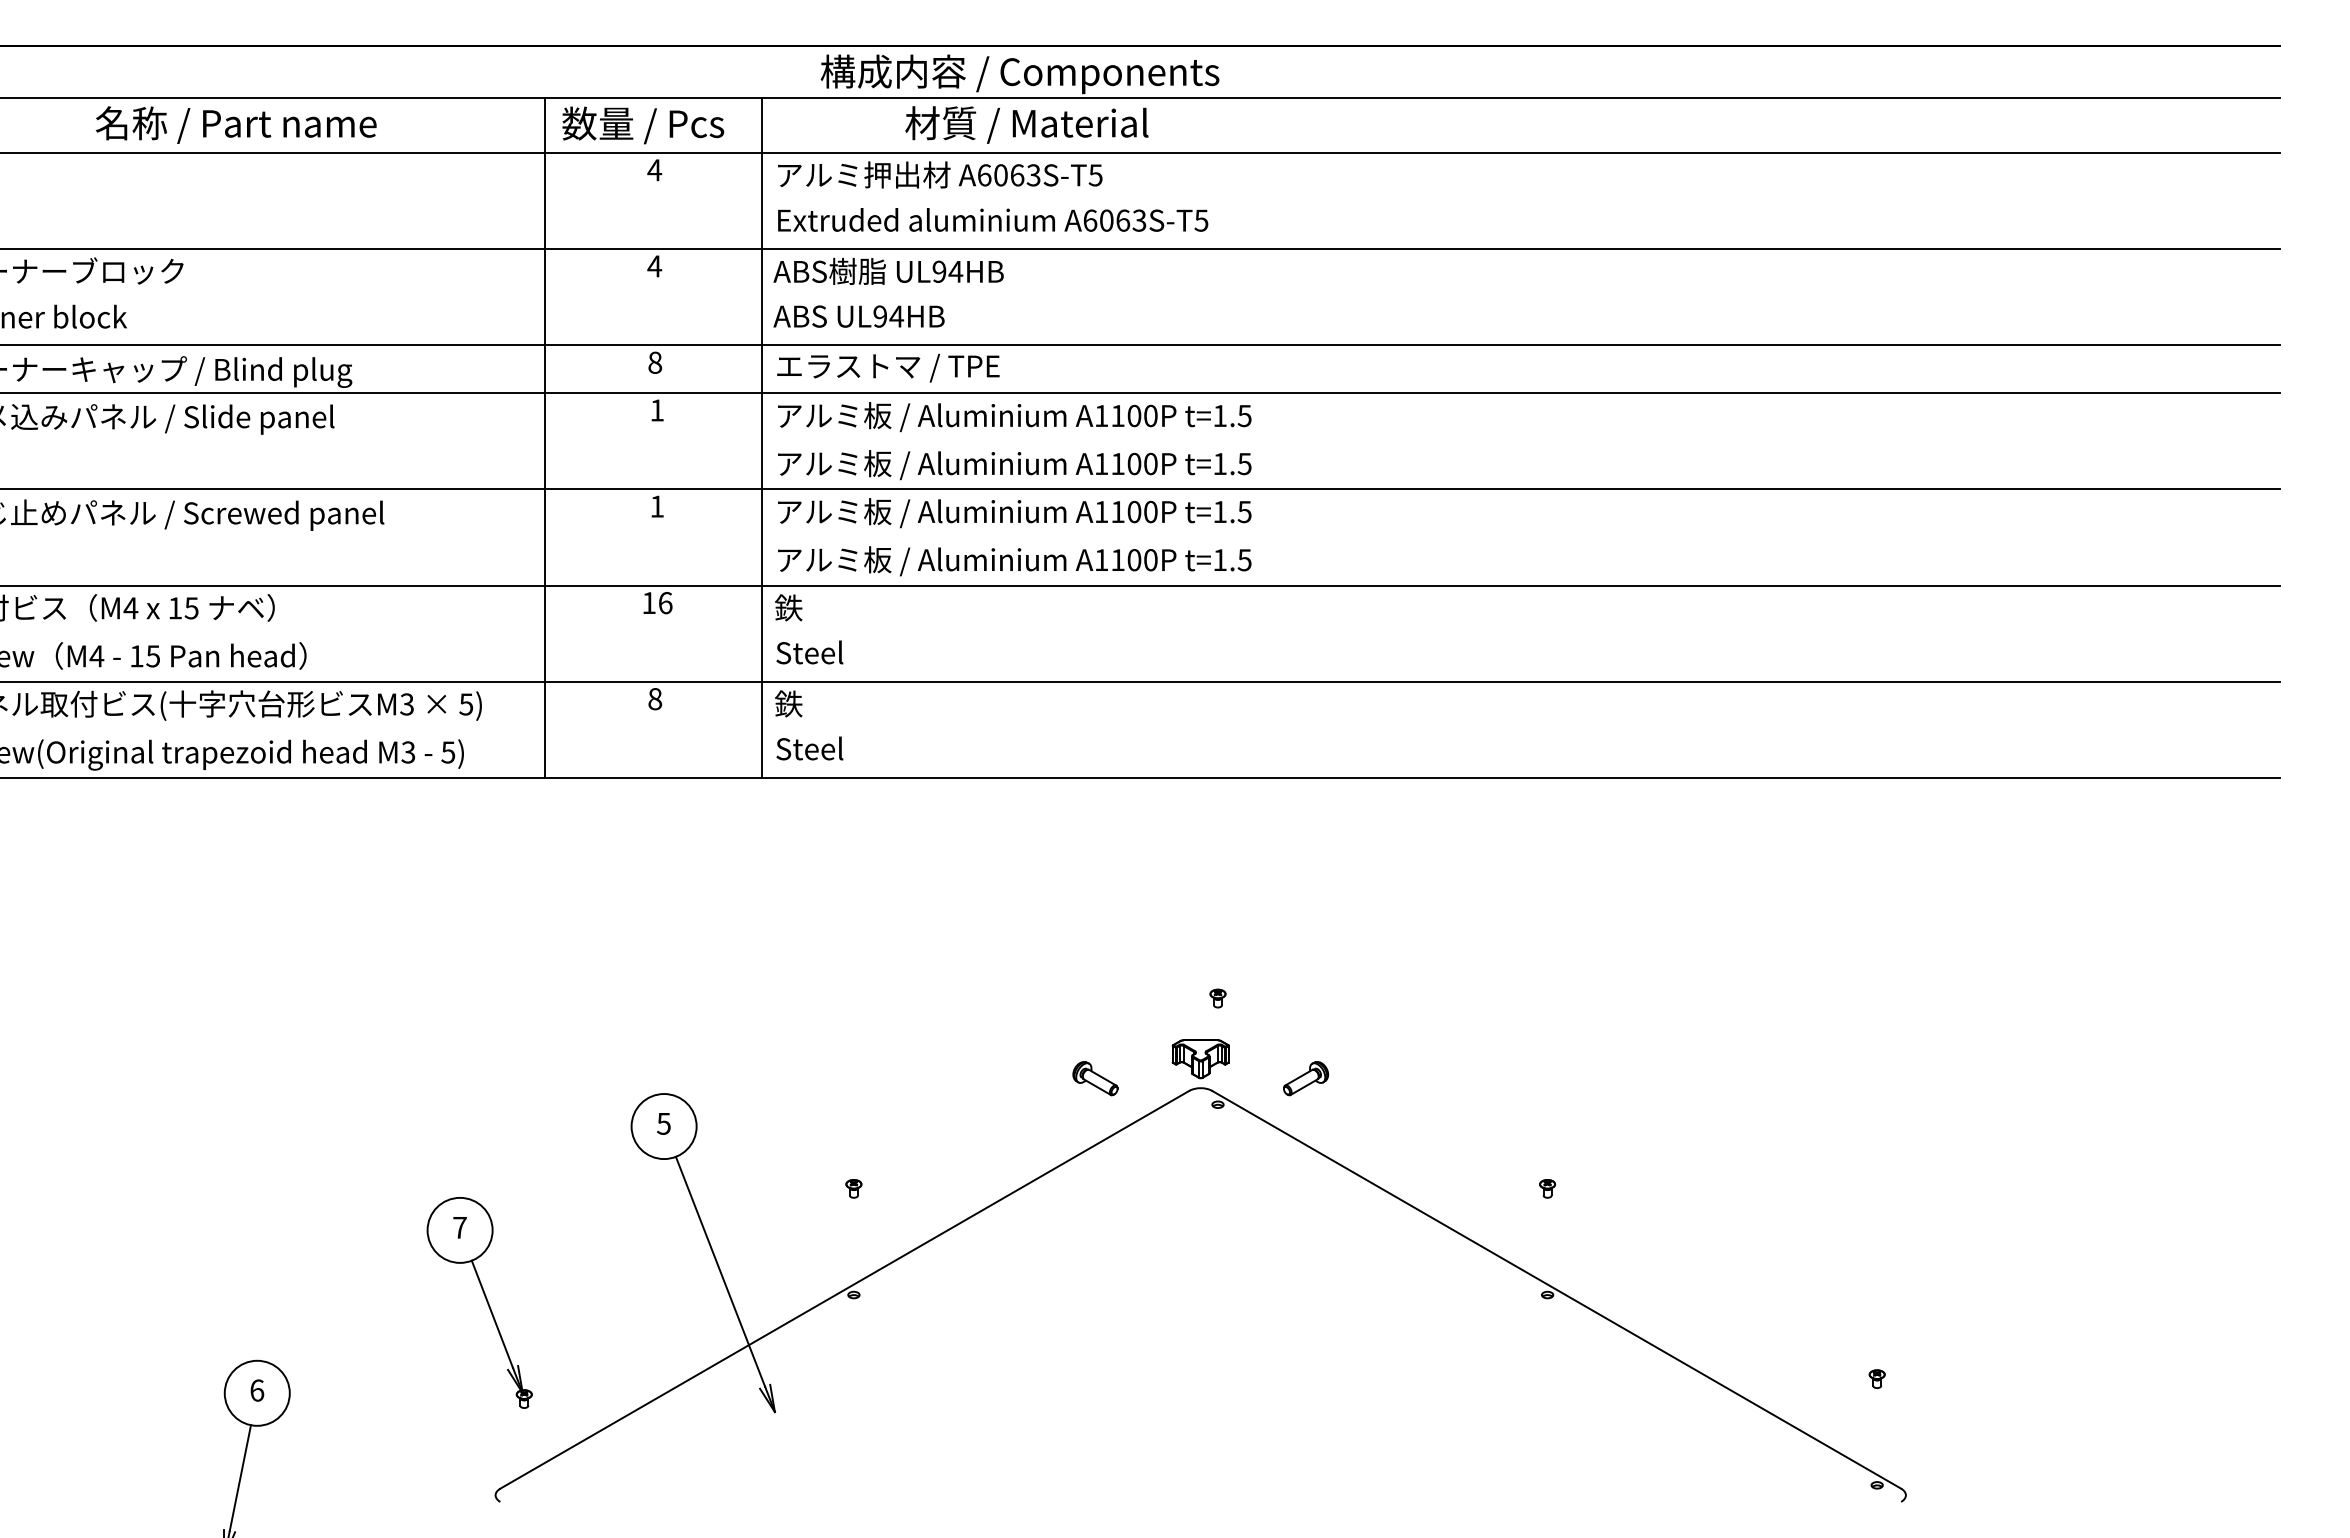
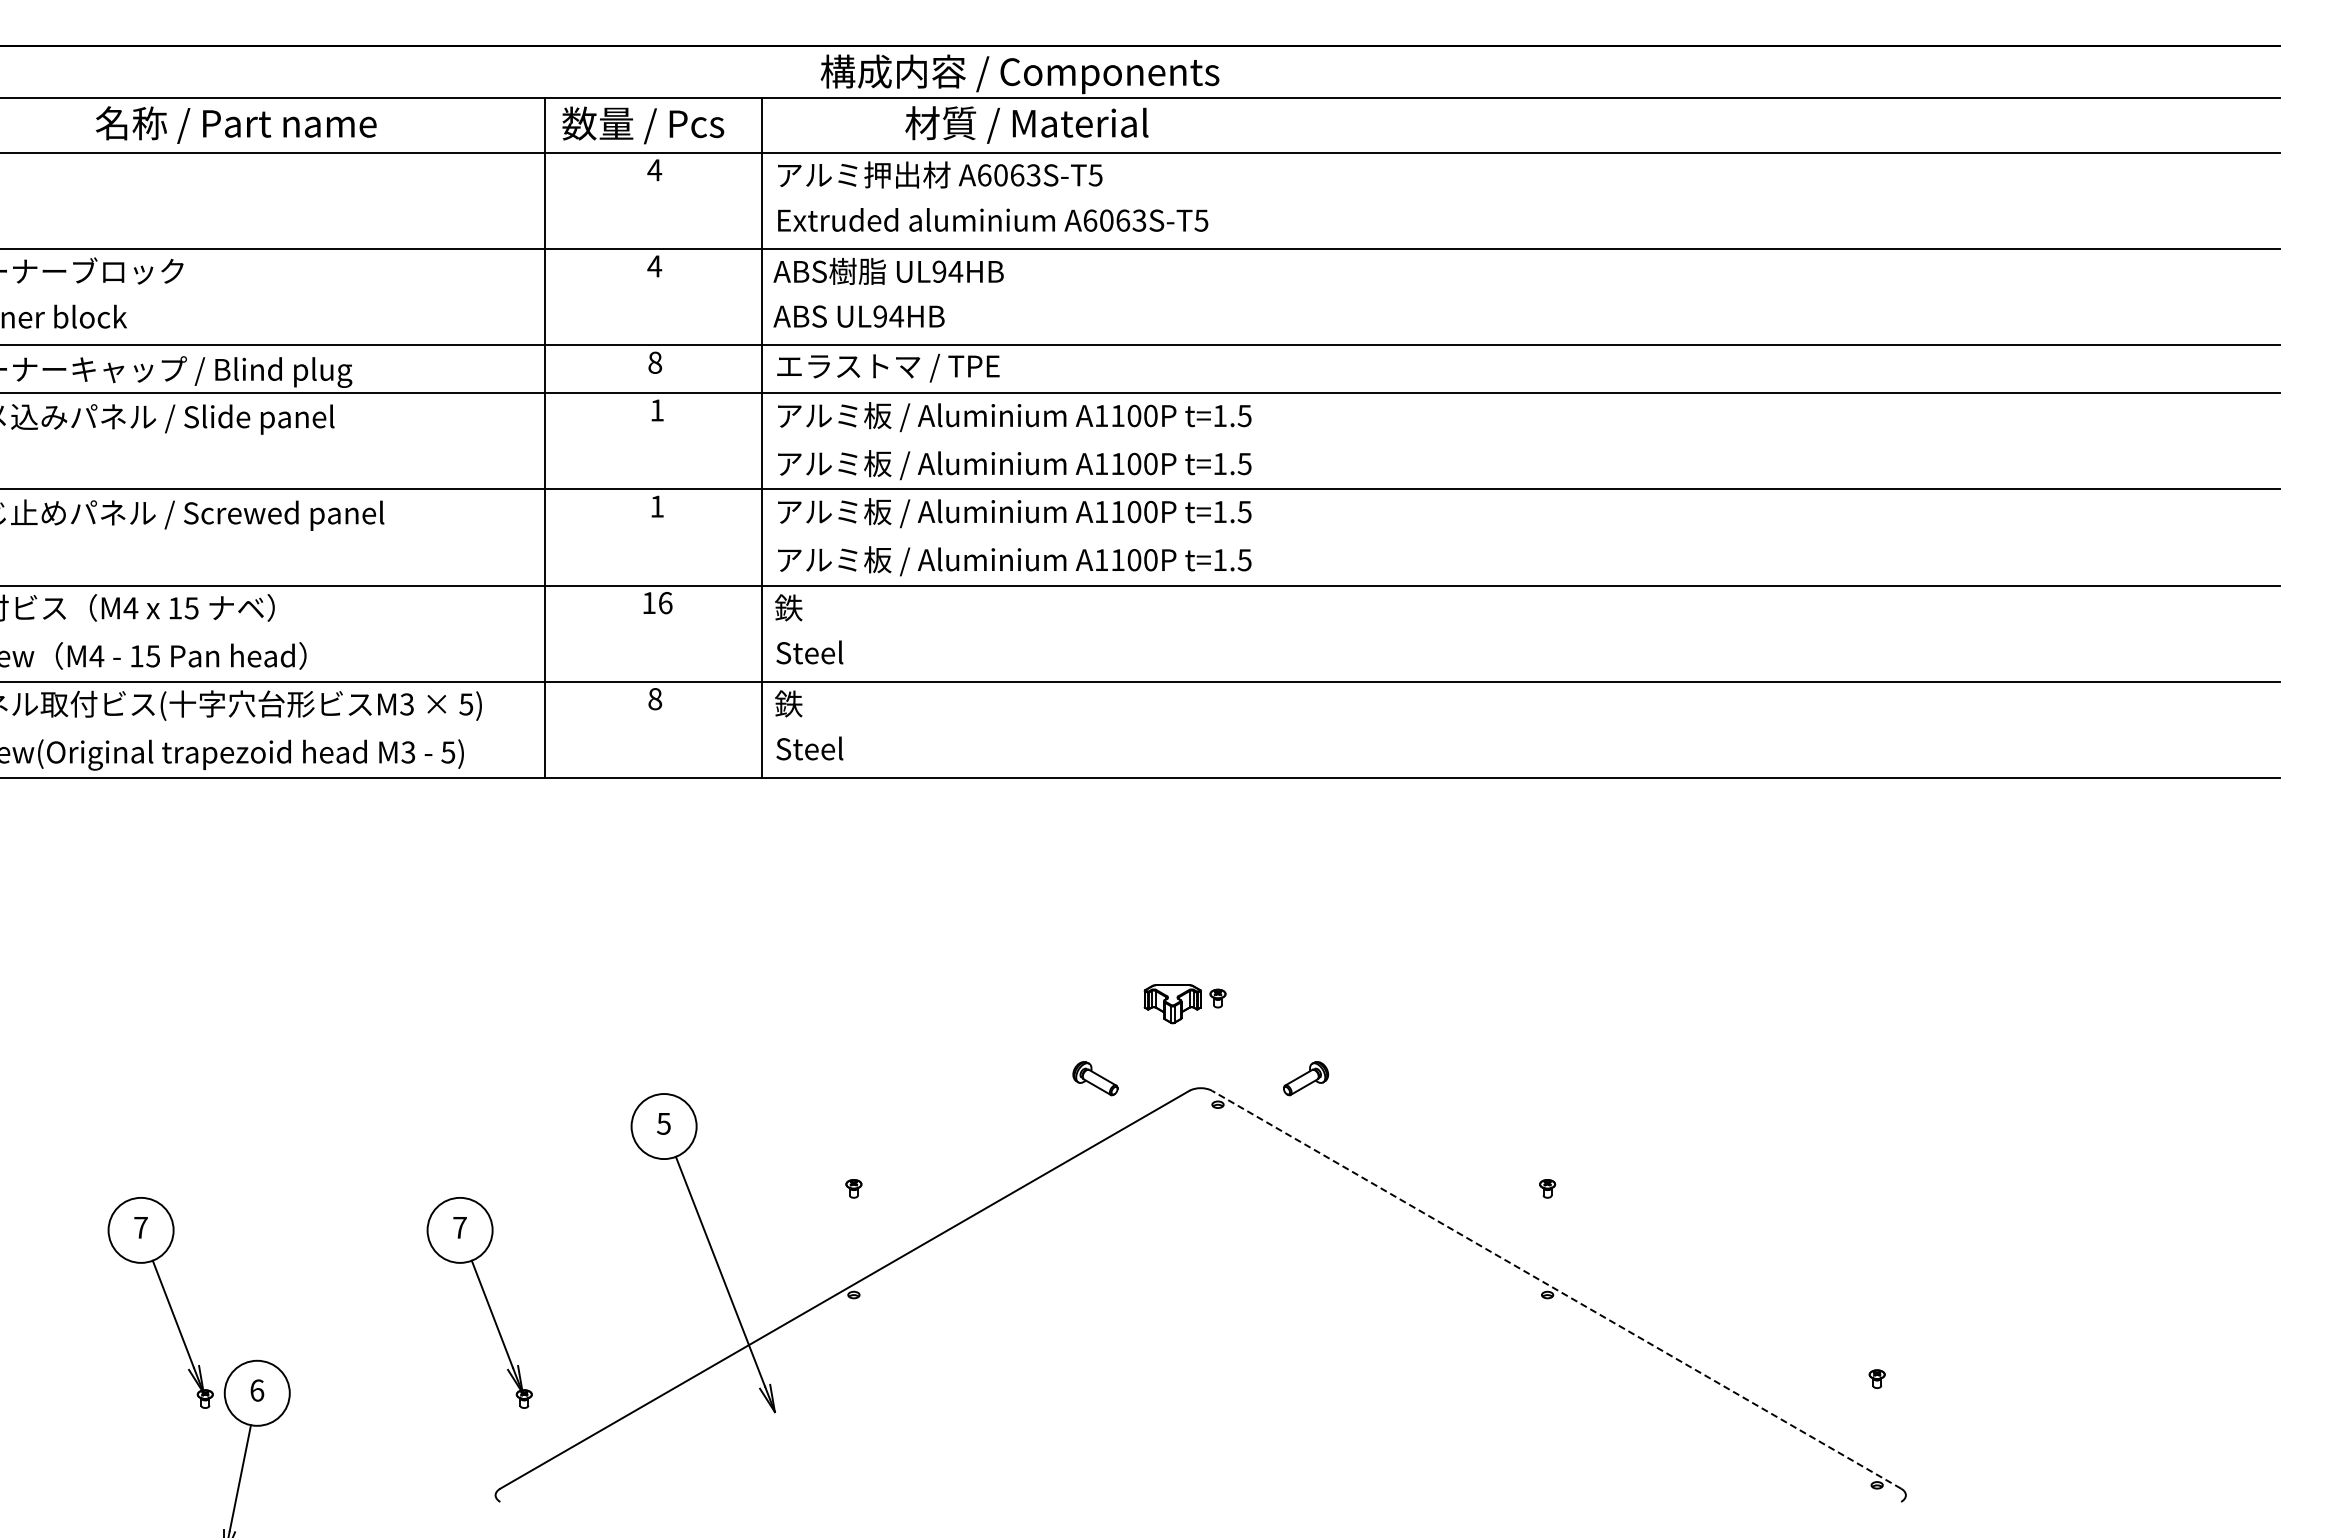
part at (1200, 1059) position: (1200, 1059) -> (1172, 1004)
line at (1556, 1289): solid -> dashed
part at (166, 1299): none -> present
